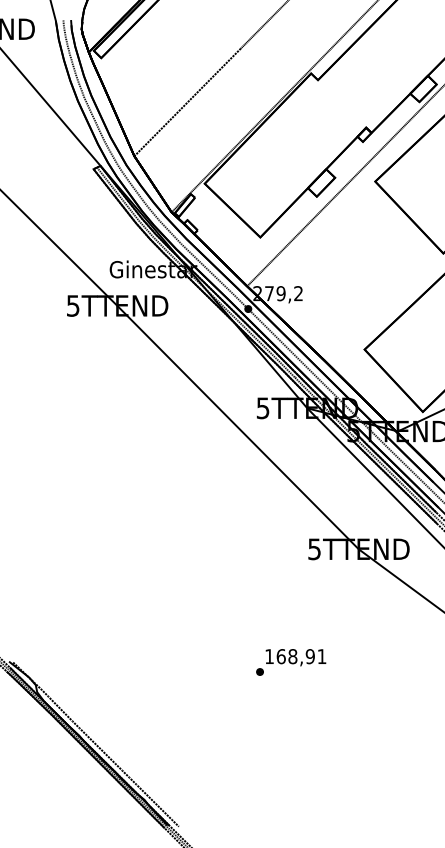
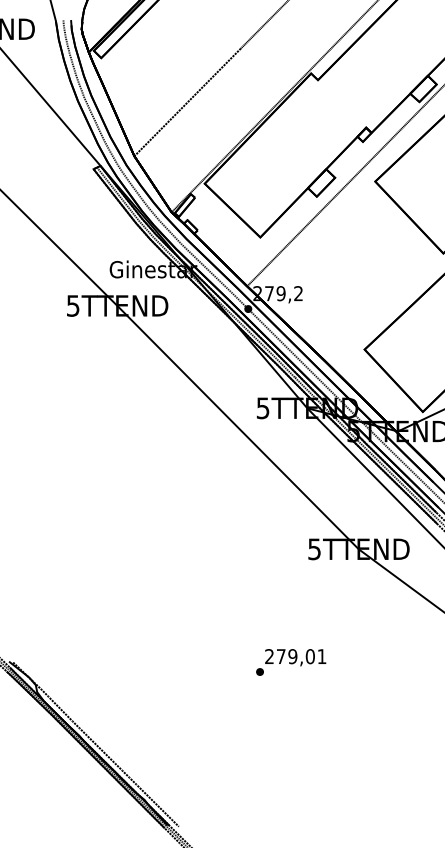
text at (289, 656): 168,91 -> 279,01
